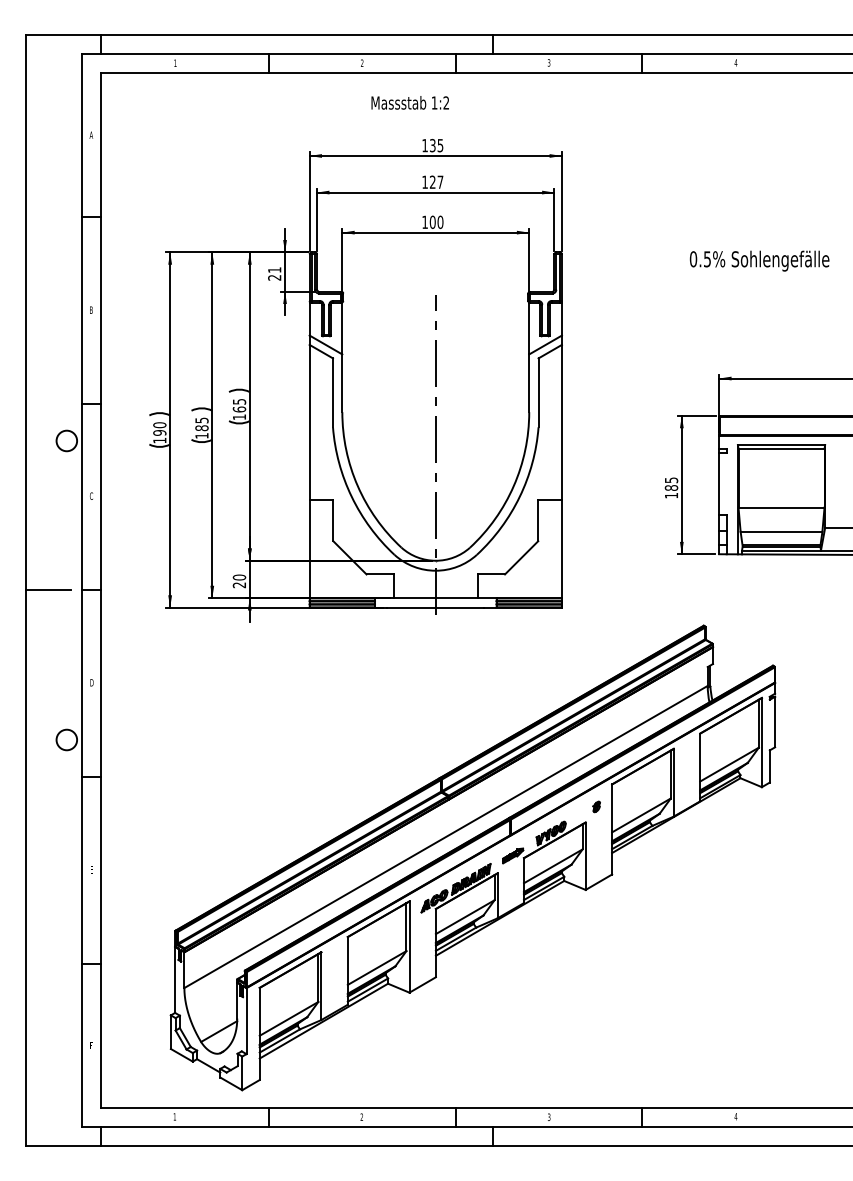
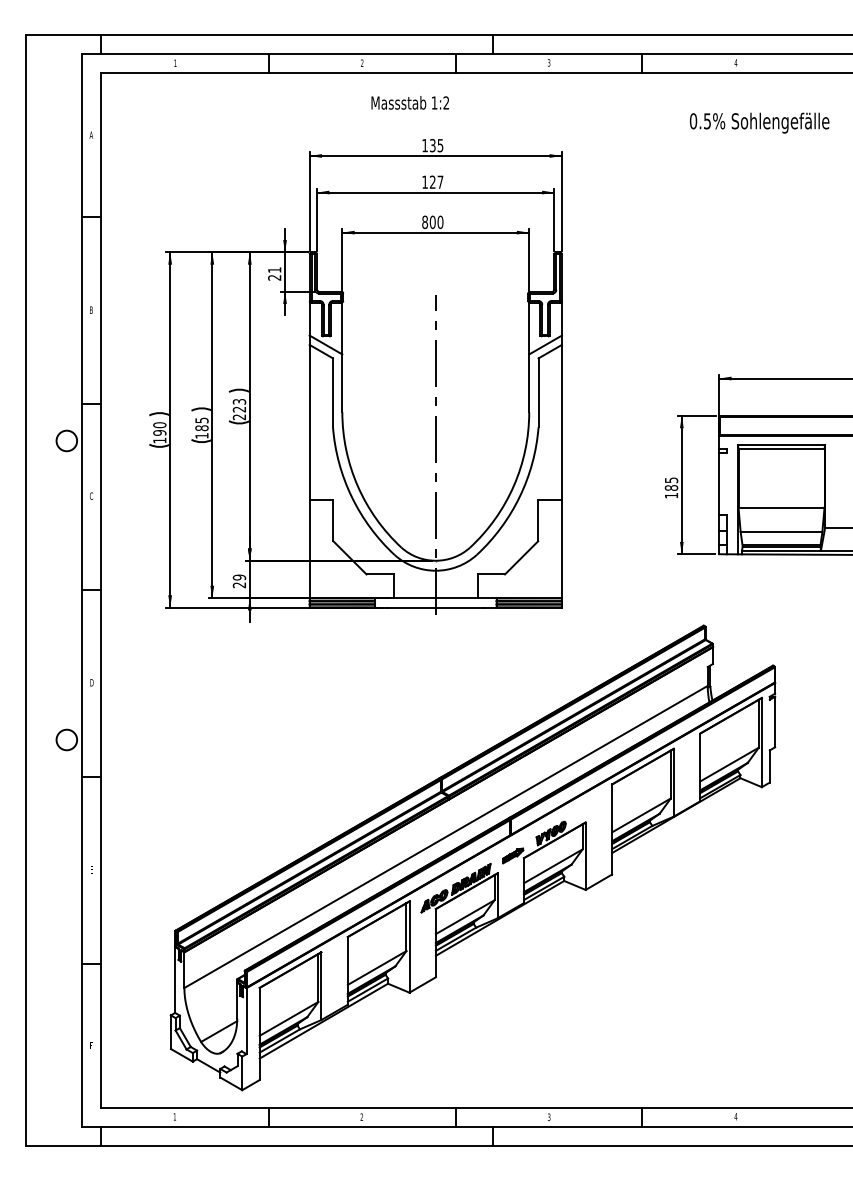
text at (425, 222): 100 -> 800
text at (759, 260) position: (759, 260) -> (759, 122)
text at (239, 409): 165 -> 223
text at (239, 577): 20 -> 29
line at (47, 590): present -> none
part at (596, 806): present -> none
